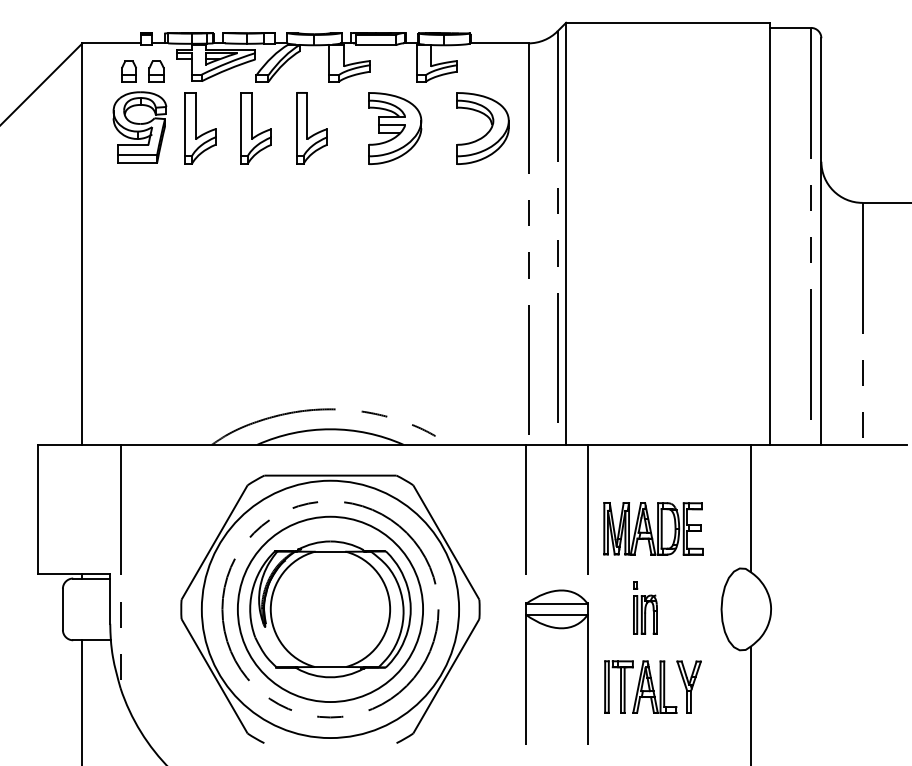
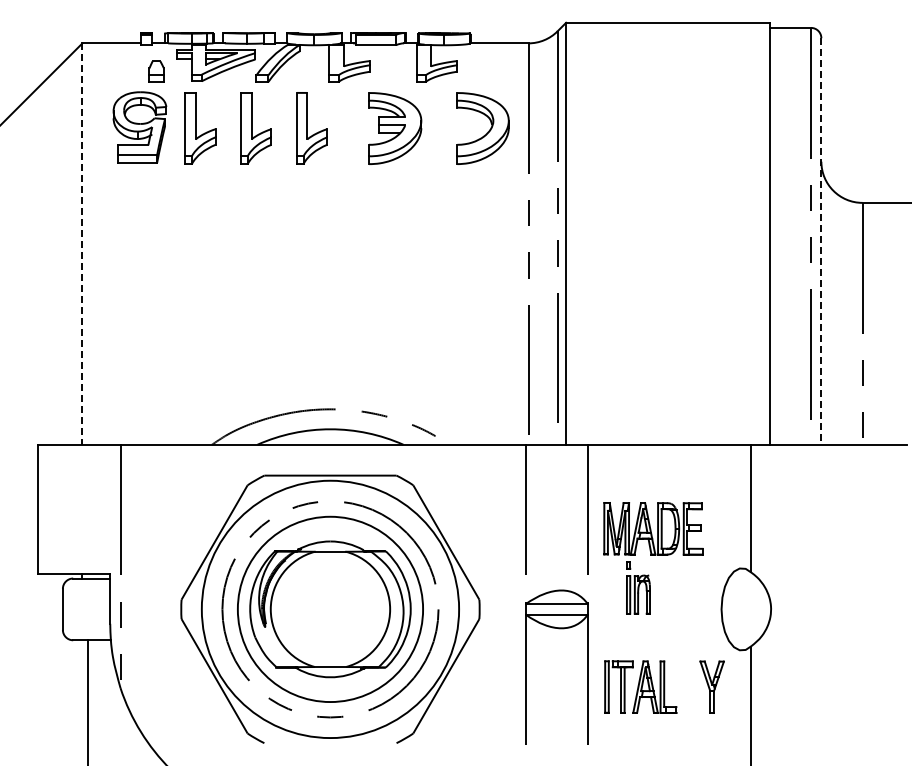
part at (128, 71): present -> none
line at (821, 241): solid -> dashed
line at (82, 244): solid -> dashed
part at (645, 607) position: (645, 607) -> (638, 587)
part at (688, 686) position: (688, 686) -> (711, 686)
line at (82, 701) position: (82, 701) -> (88, 701)
